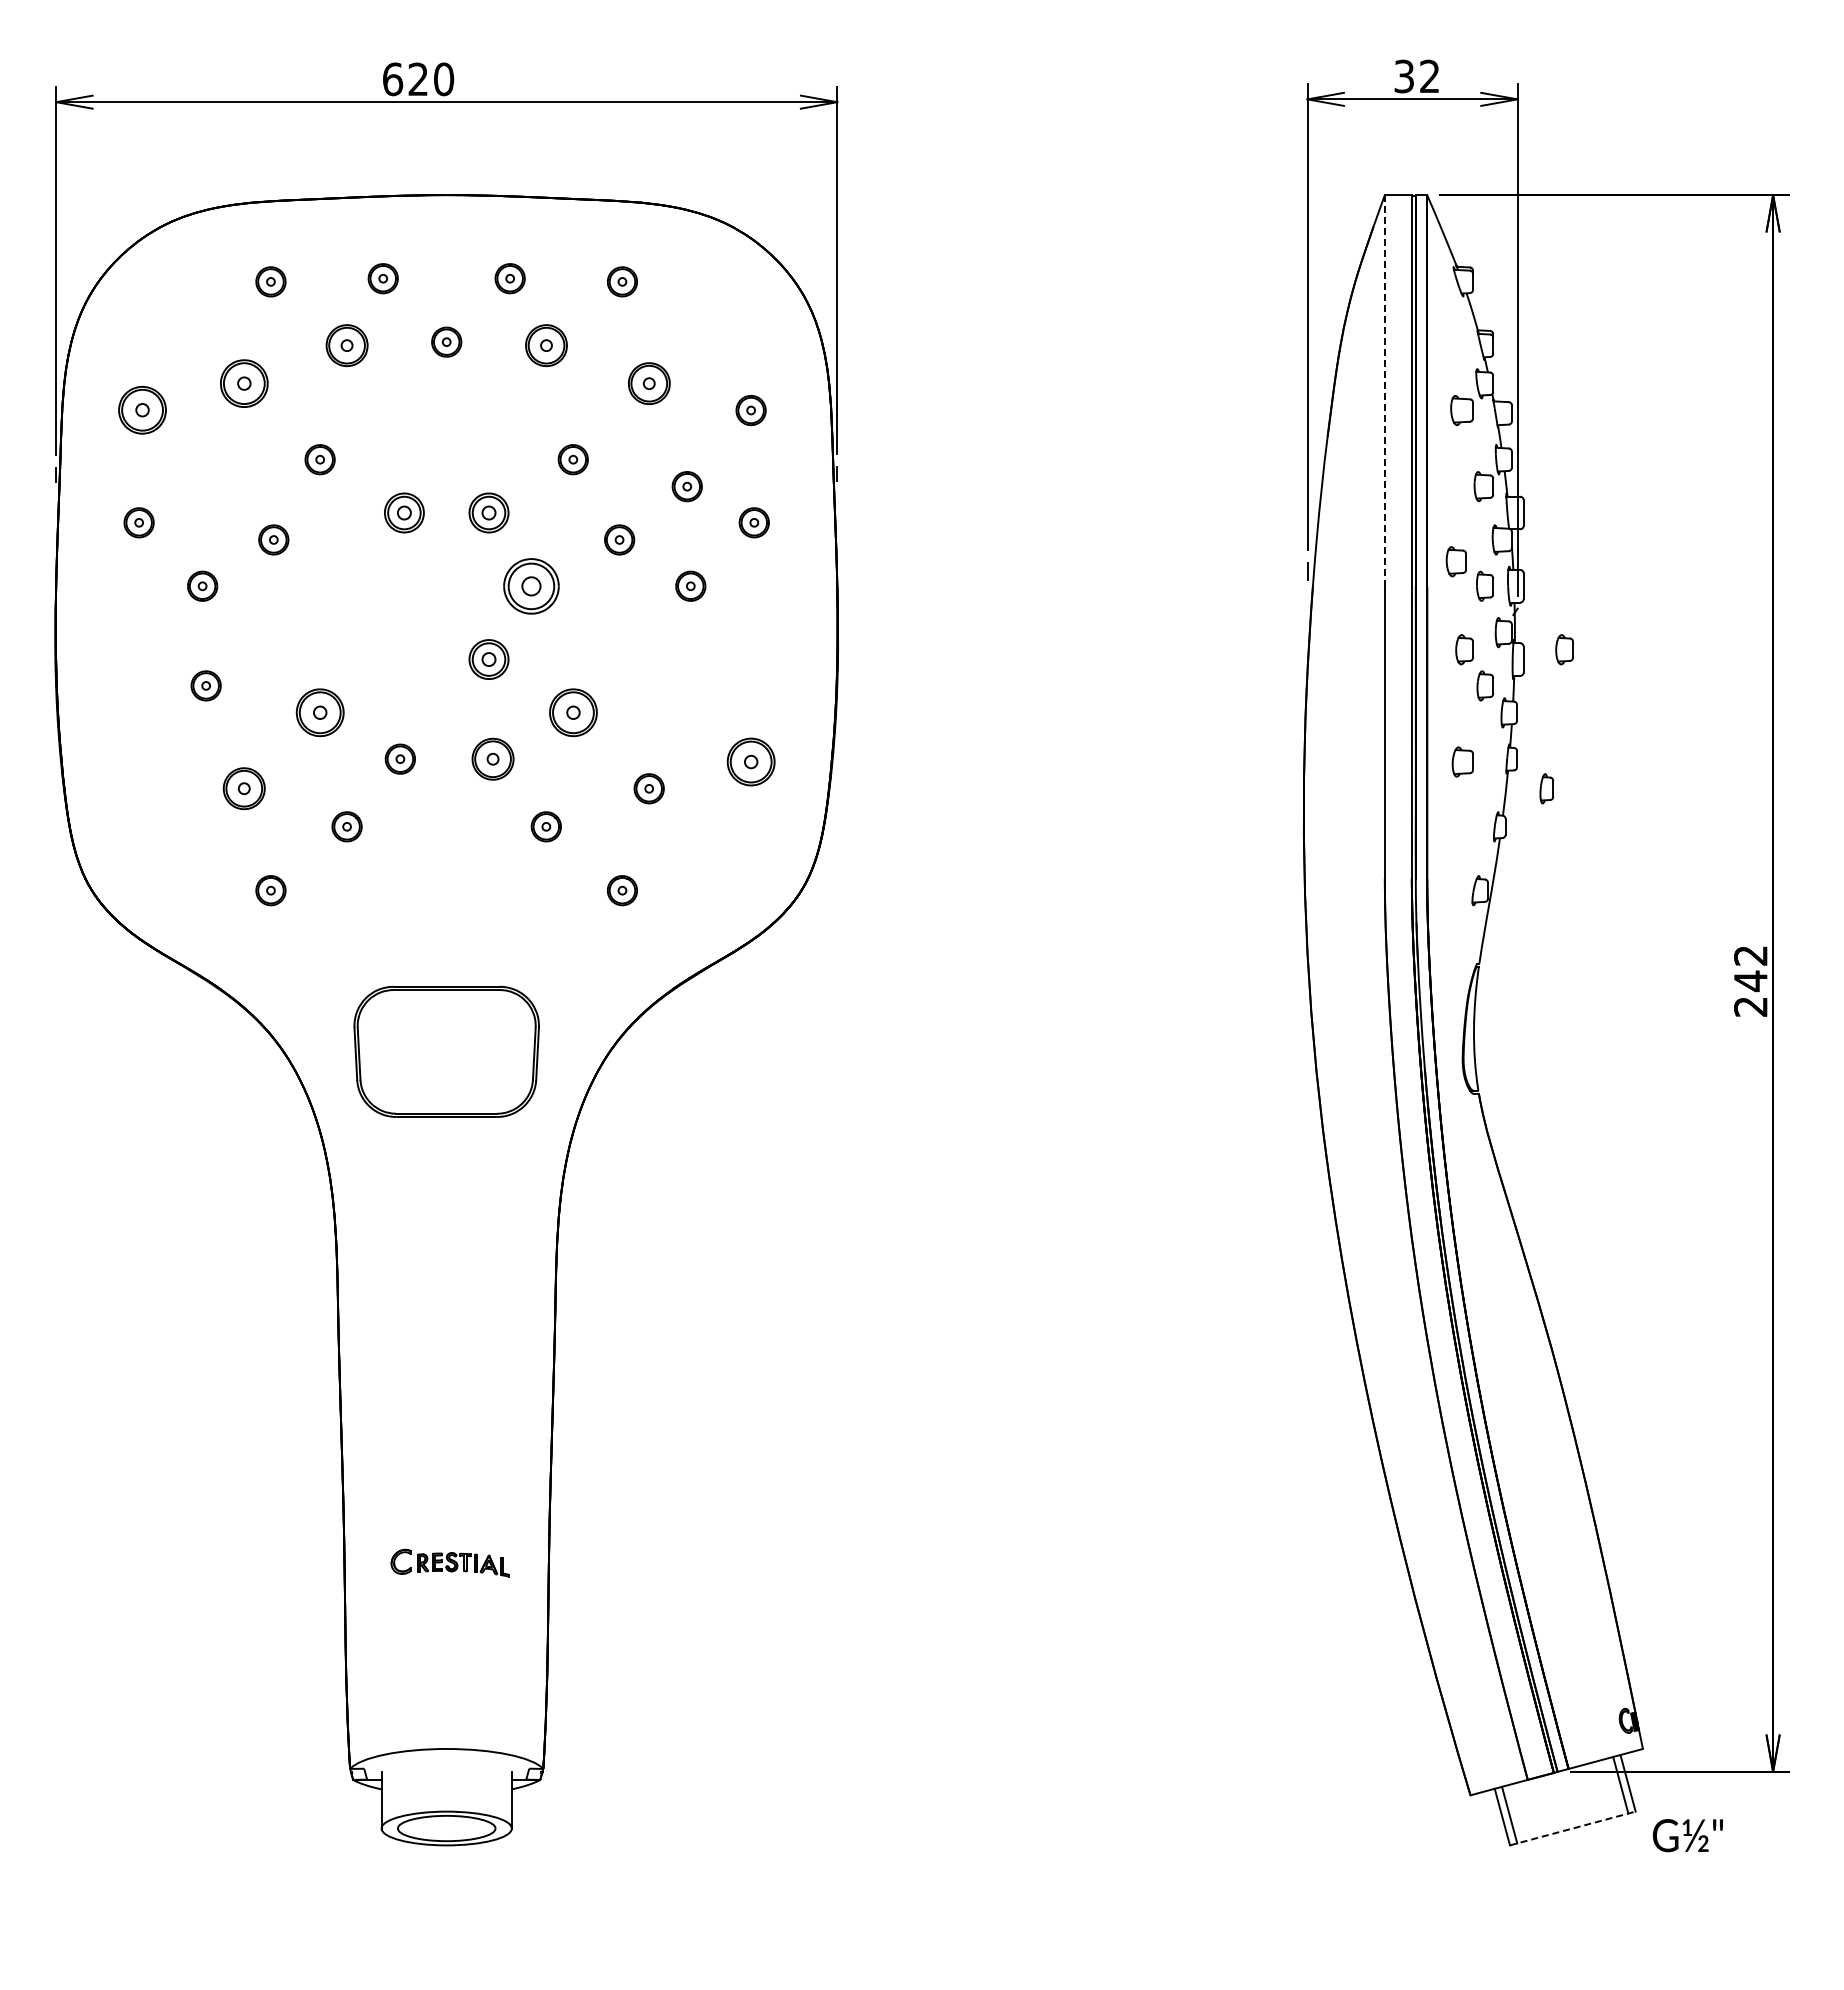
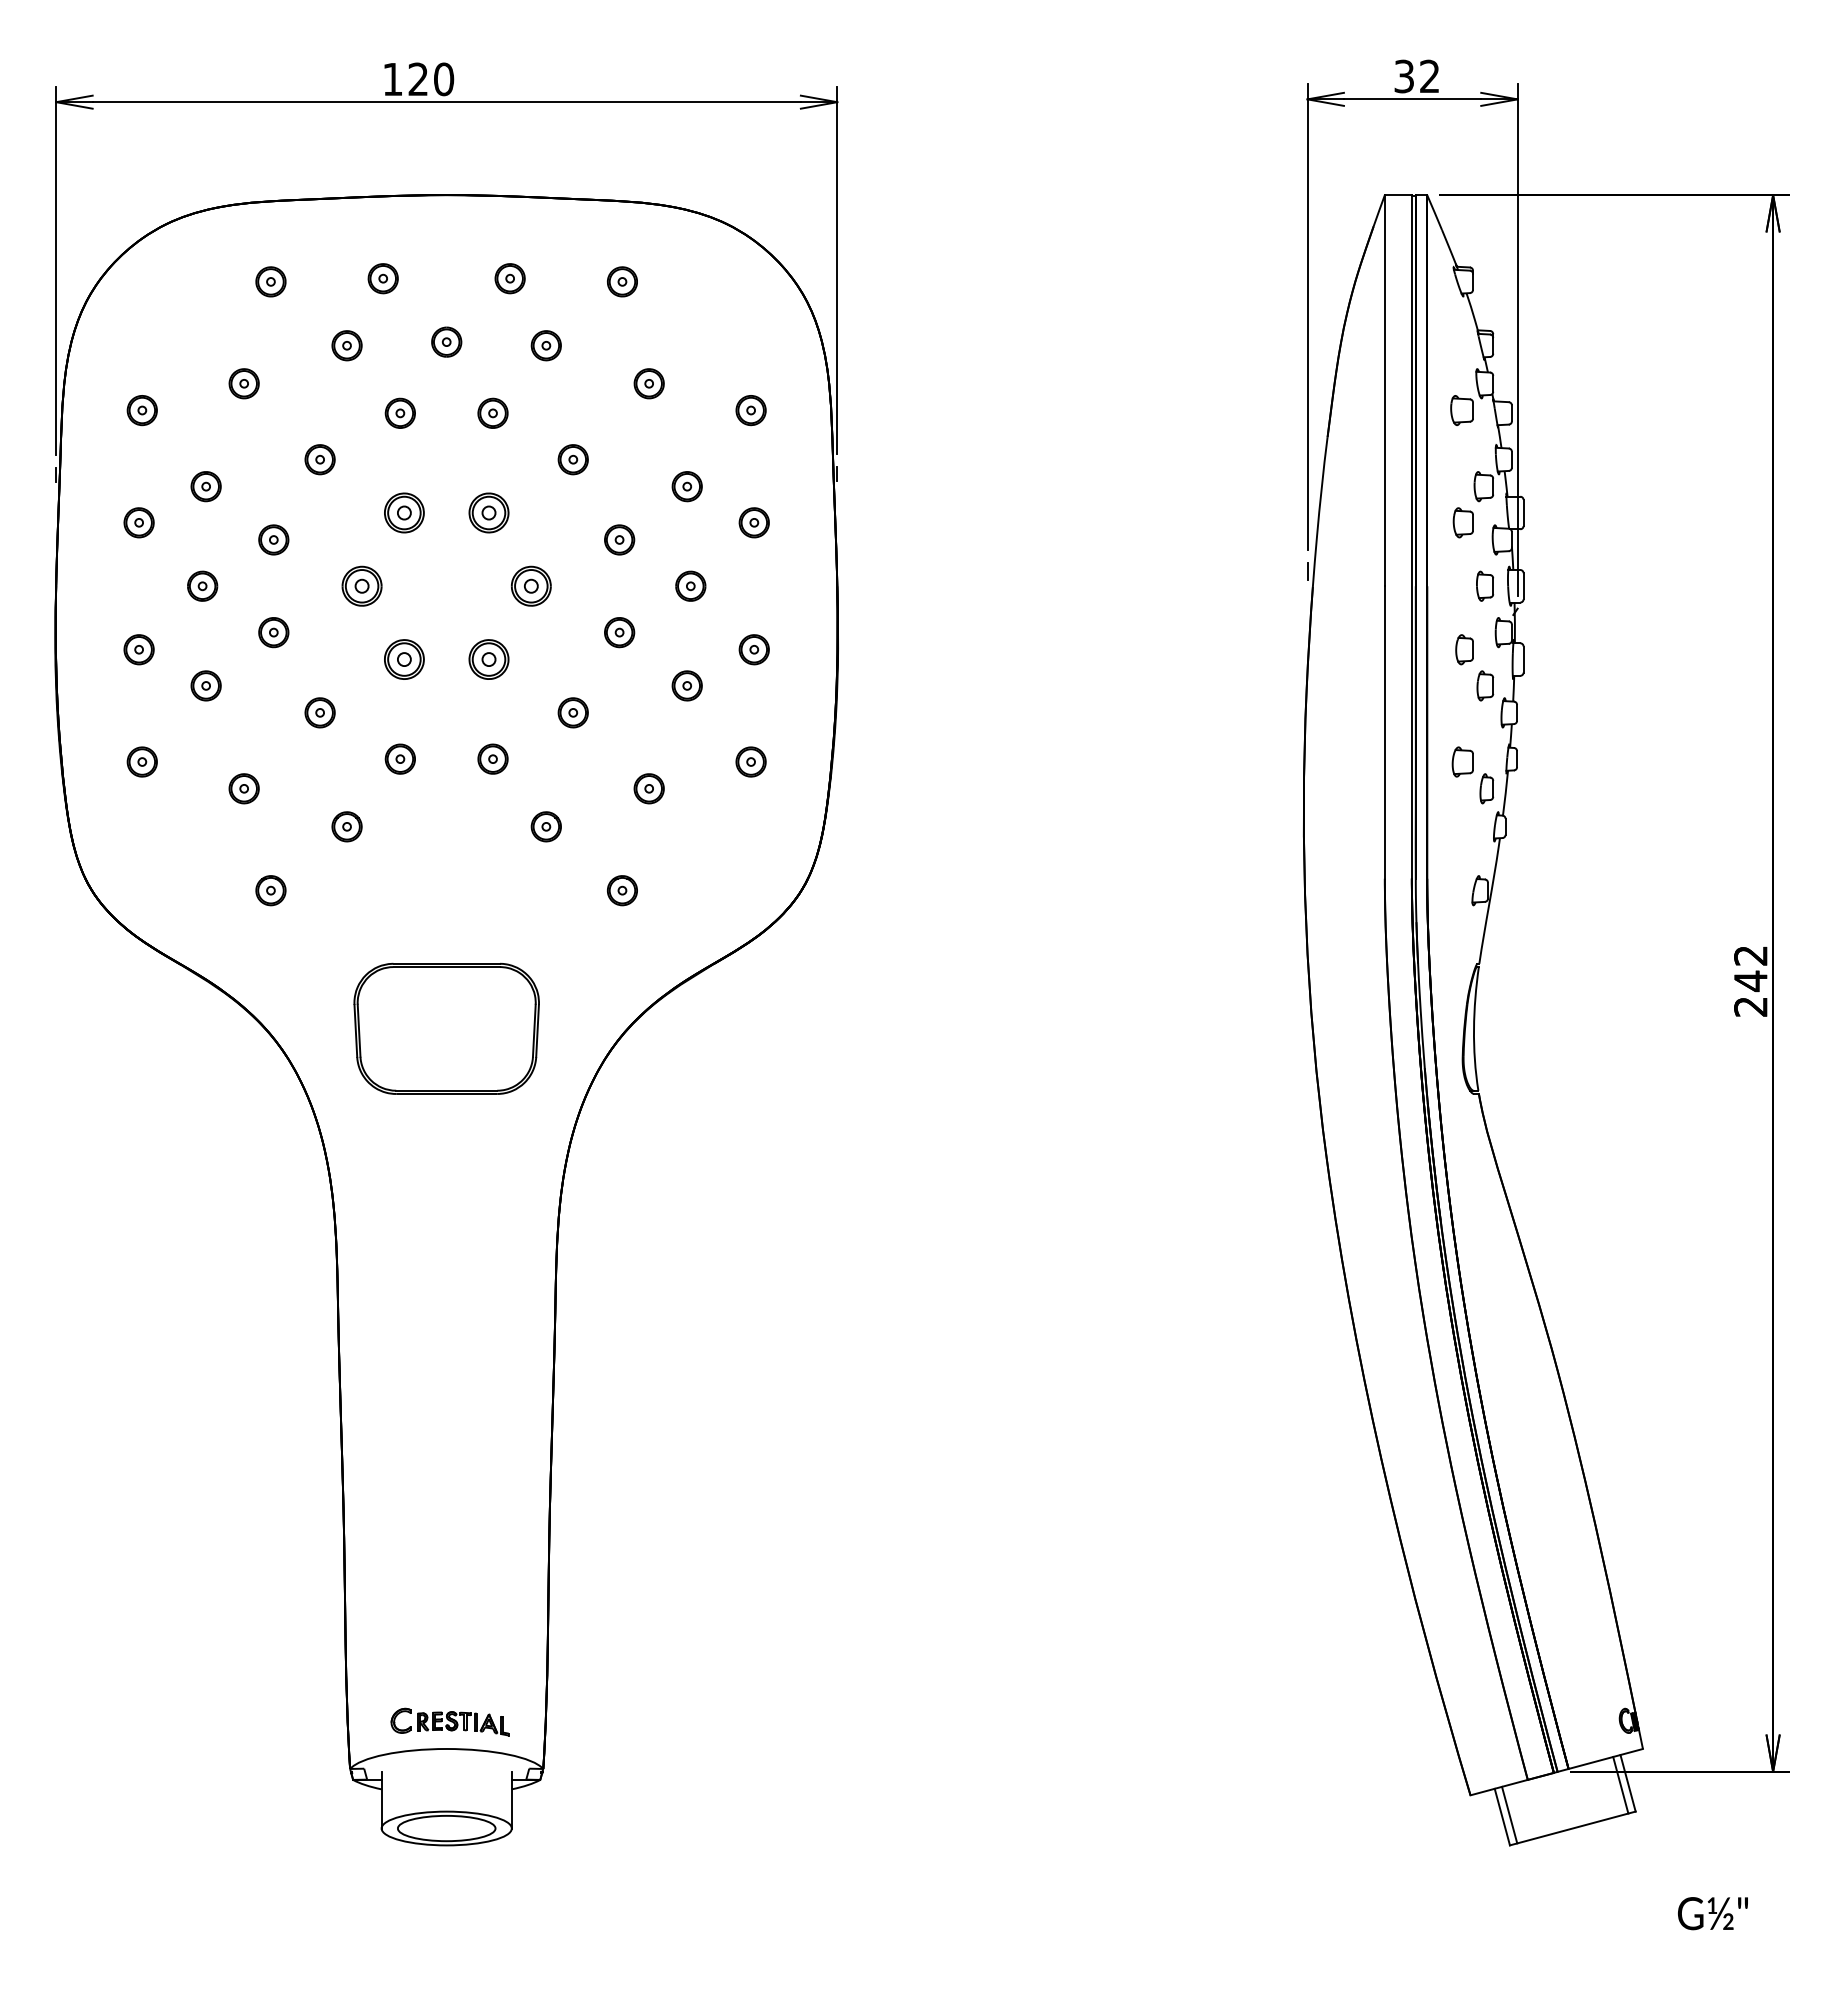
text at (393, 79): 620 -> 120
part at (346, 345) size: 44x43 px -> 32x32 px
part at (546, 345) size: 43x44 px -> 32x32 px
part at (244, 383) size: 49x49 px -> 32x32 px
part at (649, 383) size: 43x43 px -> 32x32 px
line at (1384, 390): dashed -> solid
part at (142, 409) size: 49x50 px -> 32x32 px
part at (399, 412): none -> present
part at (492, 412): none -> present
part at (205, 486): none -> present
part at (1455, 561) position: (1455, 561) -> (1462, 522)
part at (361, 585): none -> present
part at (531, 586) size: 57x57 px -> 42x42 px
part at (273, 632): none -> present
part at (619, 632): none -> present
part at (138, 649): none -> present
part at (753, 649): none -> present
part at (1564, 649): present -> none
part at (404, 659): none -> present
part at (686, 685): none -> present
part at (319, 712) size: 50x50 px -> 32x32 px
part at (573, 712) size: 49x50 px -> 32x32 px
part at (492, 758) size: 44x44 px -> 32x32 px
part at (141, 761): none -> present
part at (750, 761) size: 50x50 px -> 32x32 px
part at (243, 788) size: 44x44 px -> 32x32 px
part at (1546, 788) position: (1546, 788) -> (1486, 788)
part at (446, 1051) position: (446, 1051) -> (446, 1028)
part at (449, 1562) position: (449, 1562) -> (449, 1721)
line at (1573, 1828): dashed -> solid
text at (1687, 1835) position: (1687, 1835) -> (1712, 1913)
